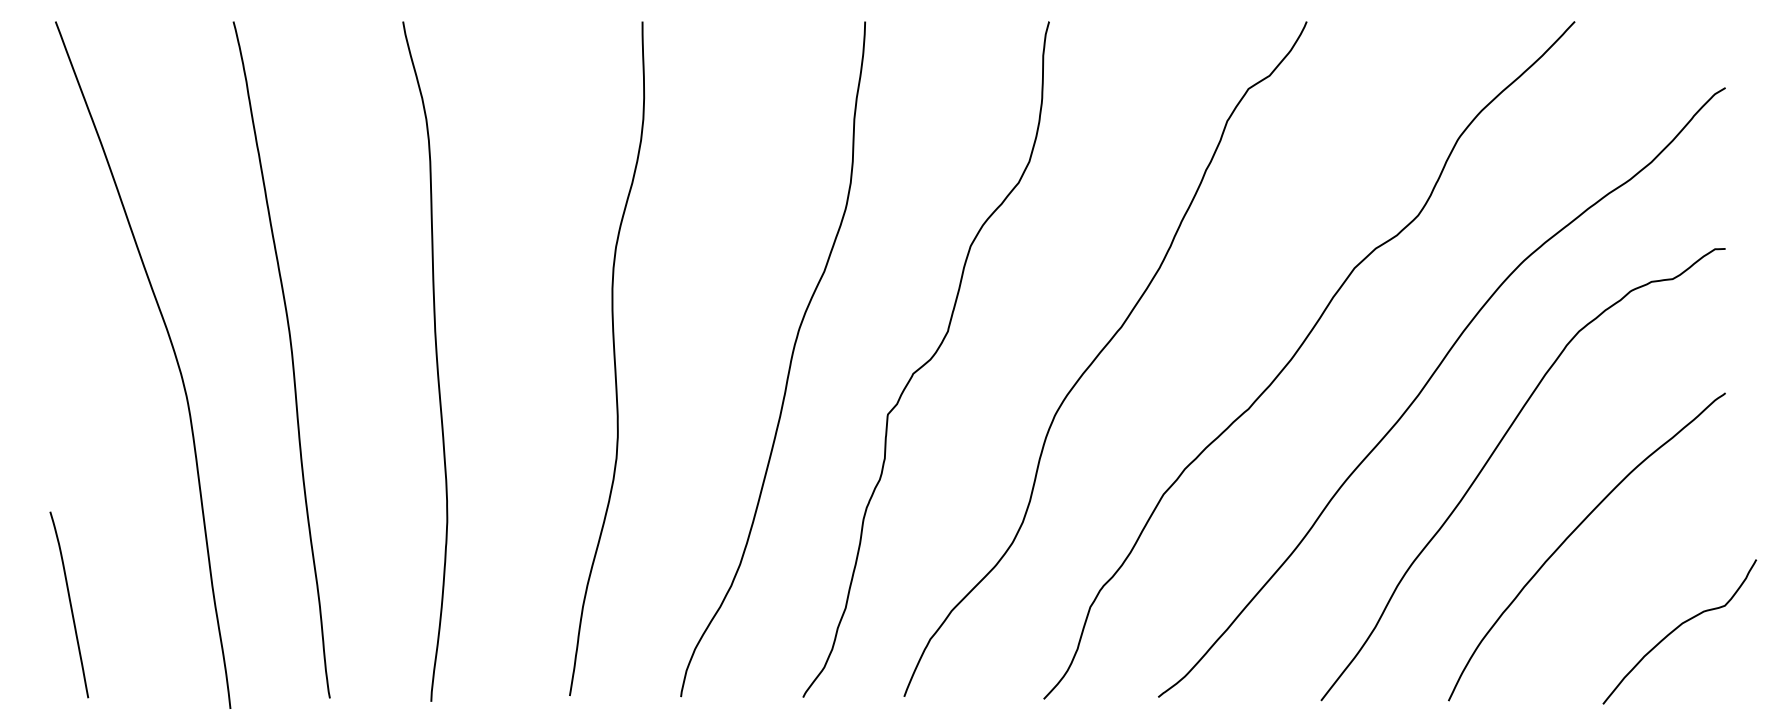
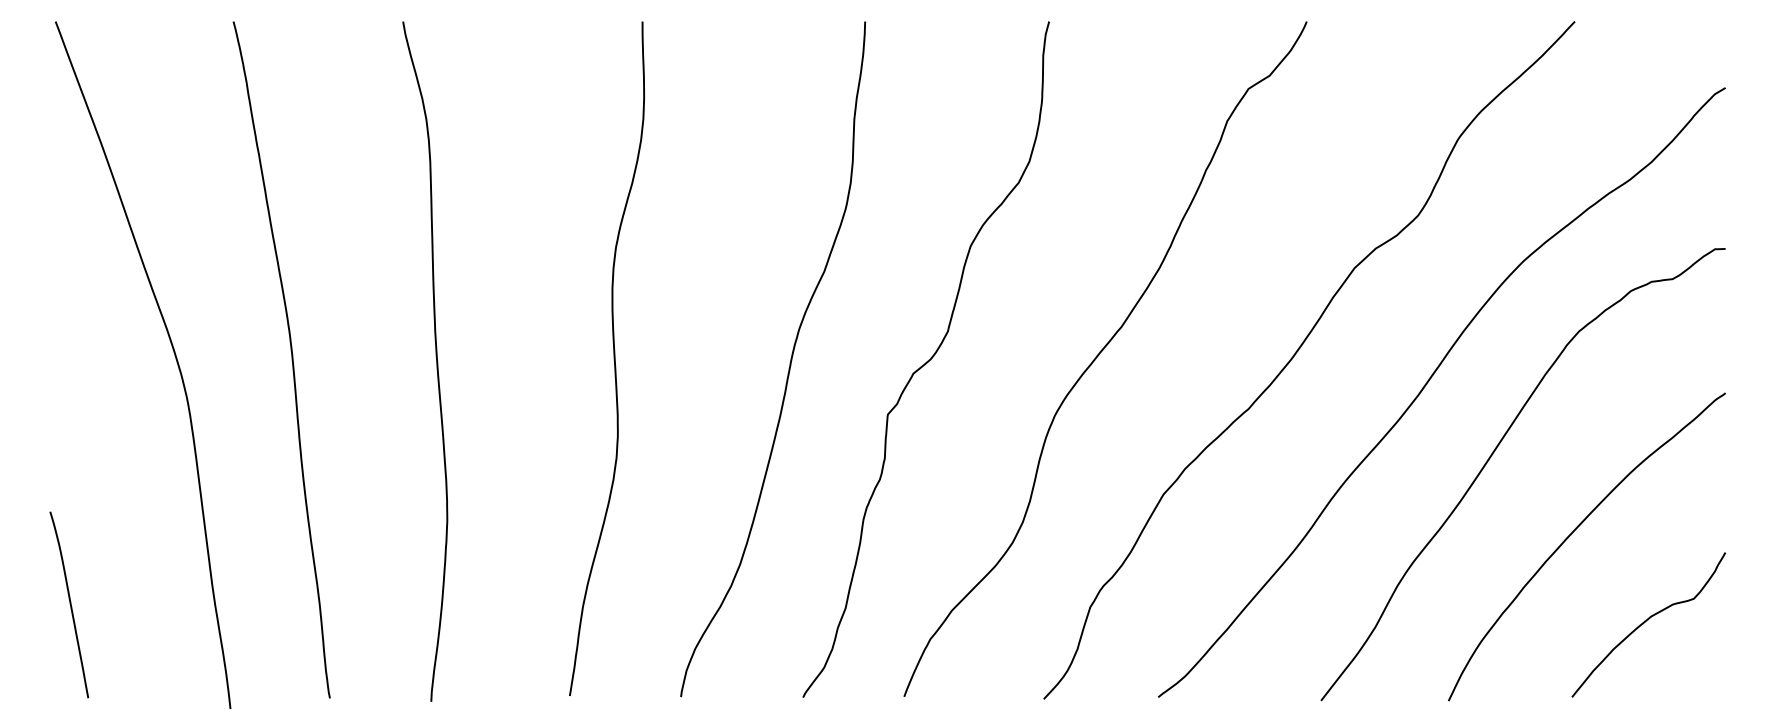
curve at (1677, 628) position: (1677, 628) -> (1646, 621)
